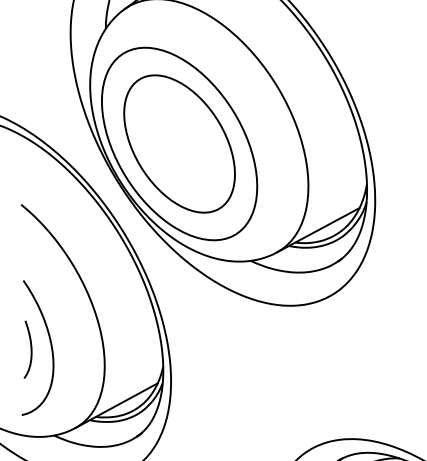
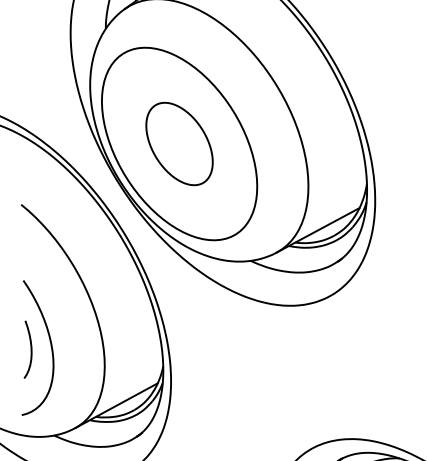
part at (179, 143) size: 113x140 px -> 69x86 px
